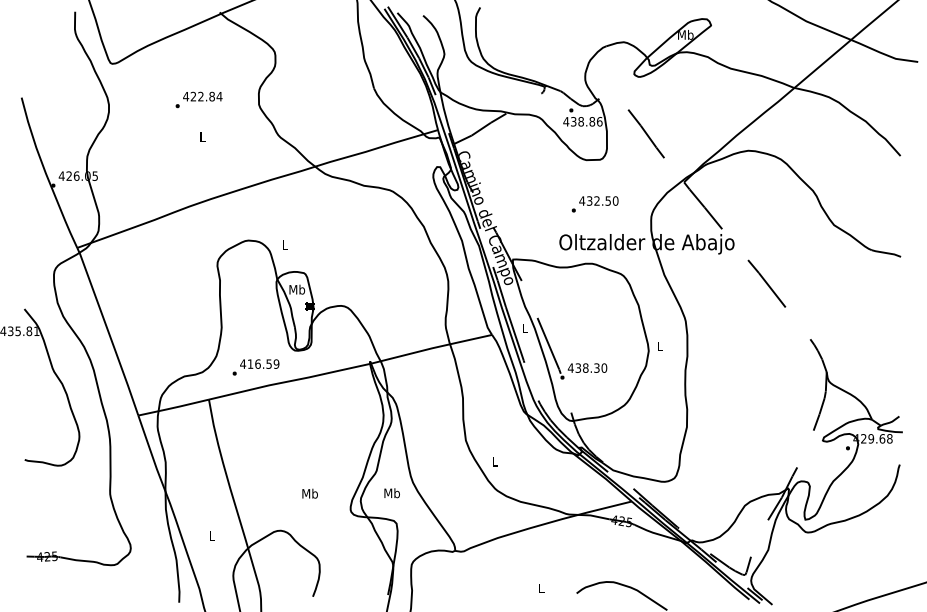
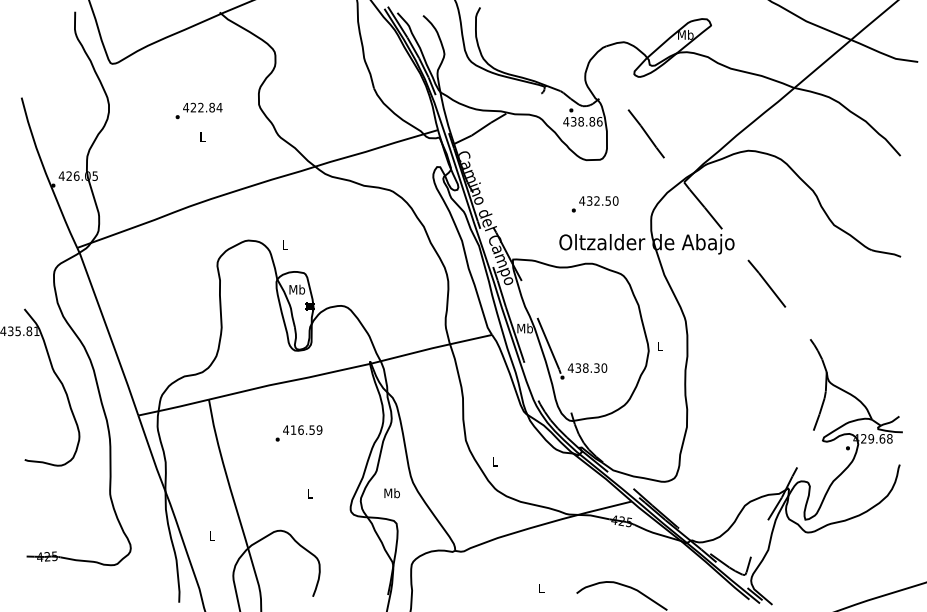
text at (198, 99) position: (198, 99) -> (198, 110)
text at (524, 328): L -> Mb
text at (255, 367) position: (255, 367) -> (298, 433)
text at (309, 493): Mb -> L
